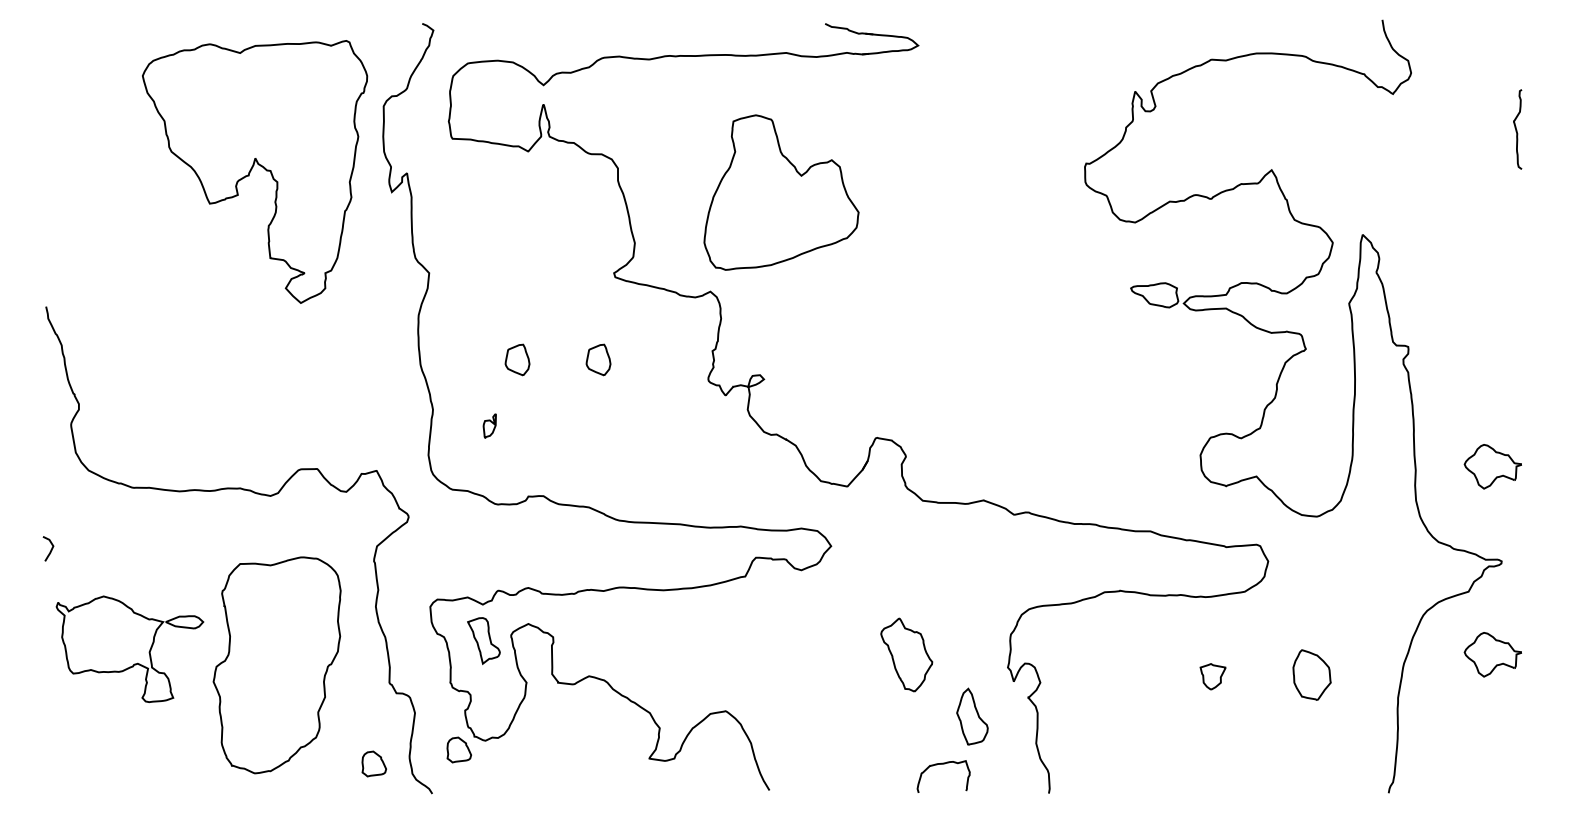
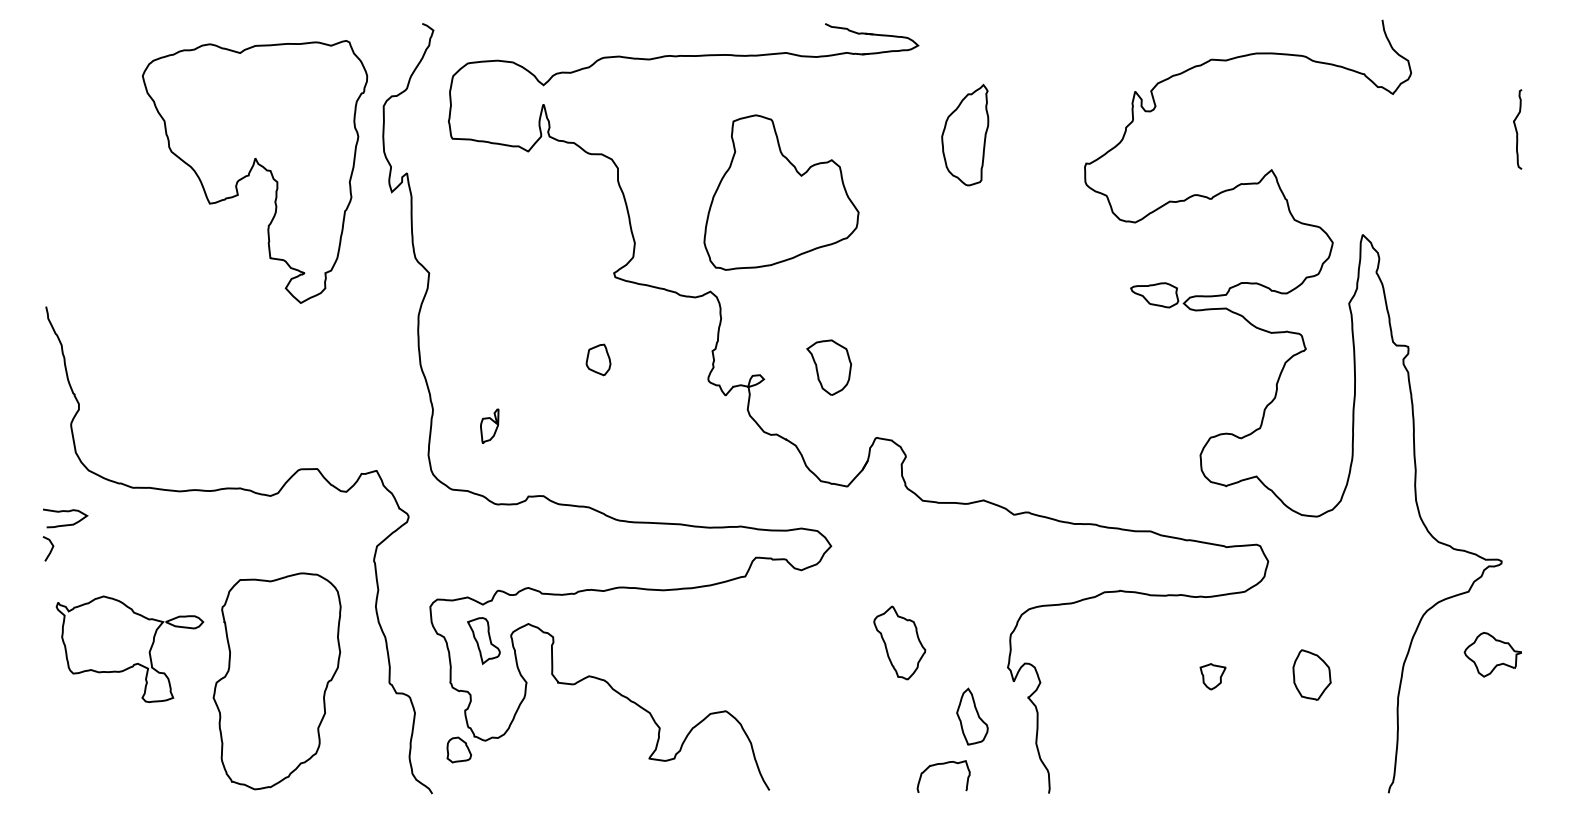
part at (965, 134): none -> present
part at (517, 359): present -> none
part at (828, 367): none -> present
part at (489, 425) size: 15x26 px -> 20x36 px
part at (1492, 466): present -> none
curve at (65, 512): none -> present
part at (906, 654) position: (906, 654) -> (899, 642)
part at (276, 665) position: (276, 665) -> (276, 681)
part at (373, 763): present -> none
